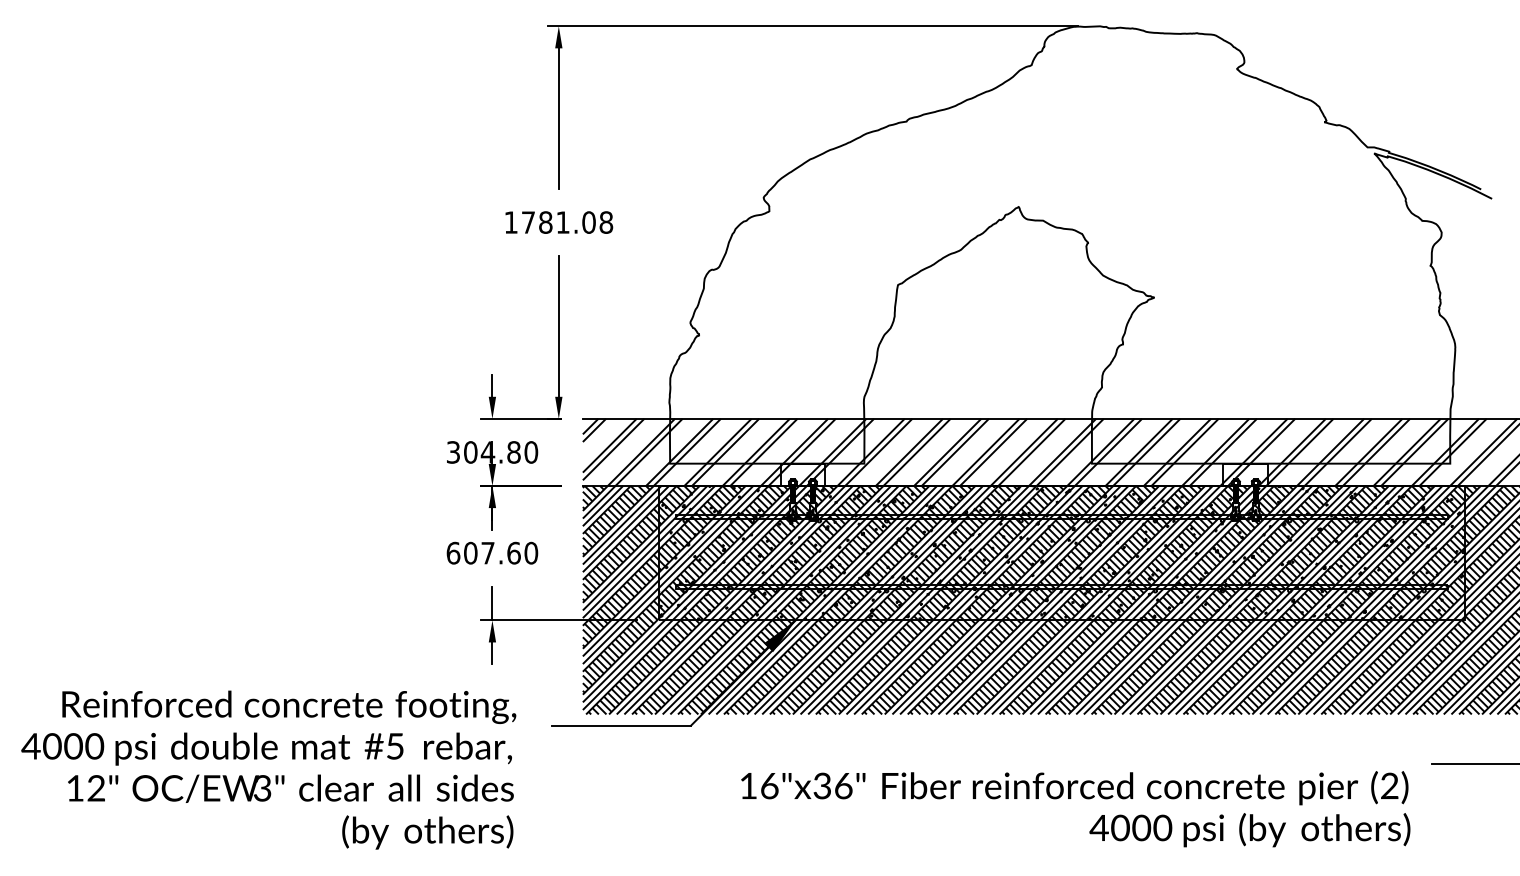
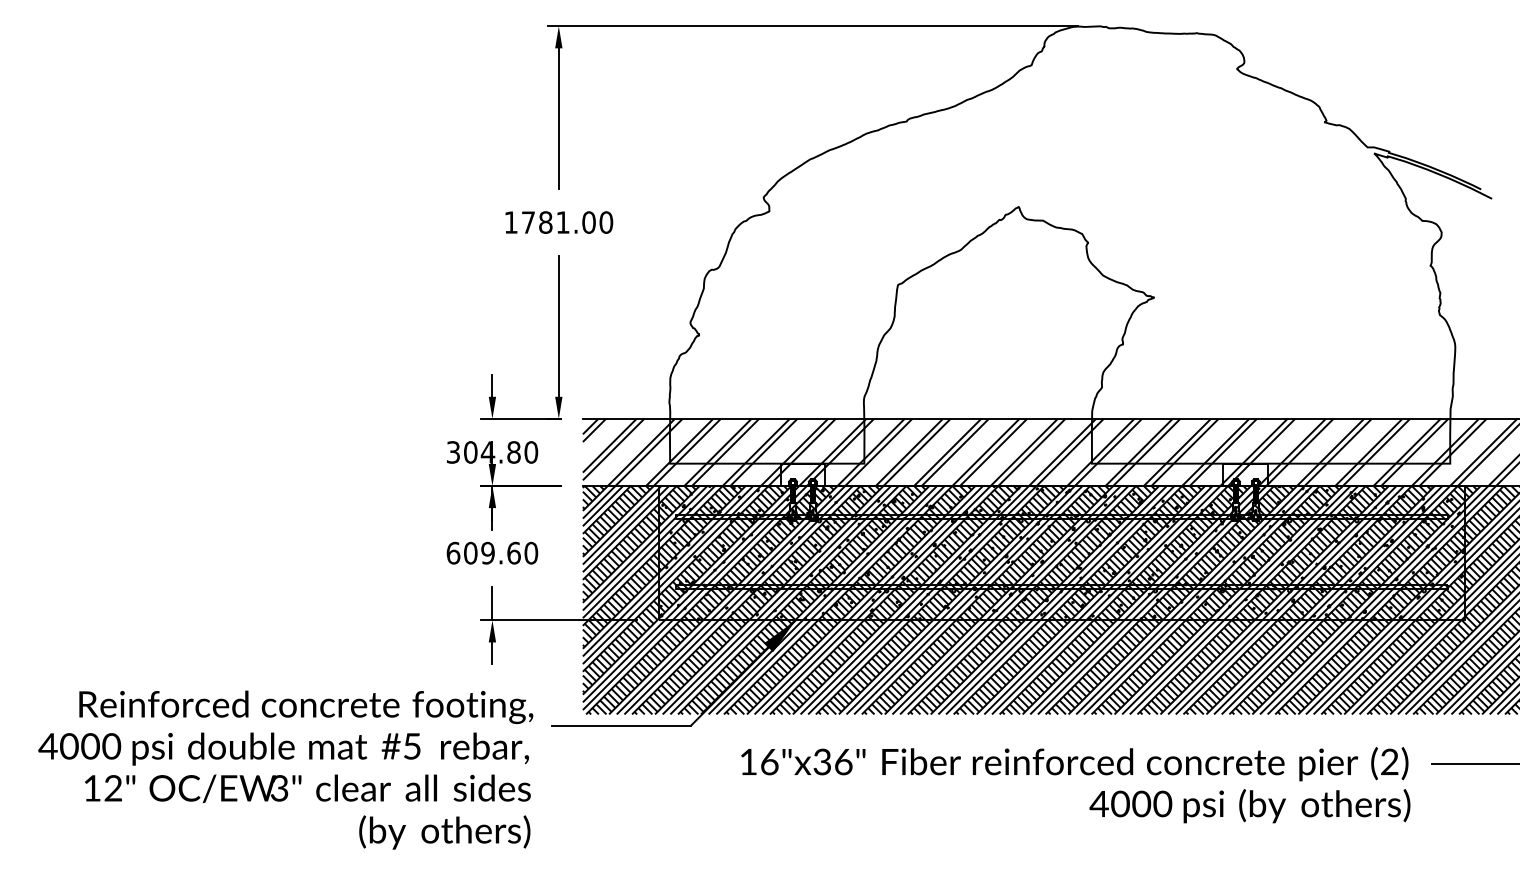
text at (606, 222): 1781.08 -> 1781.00
text at (487, 552): 607.60 -> 609.60
text at (268, 769) position: (268, 769) -> (285, 769)
text at (1075, 809) position: (1075, 809) -> (1075, 785)
